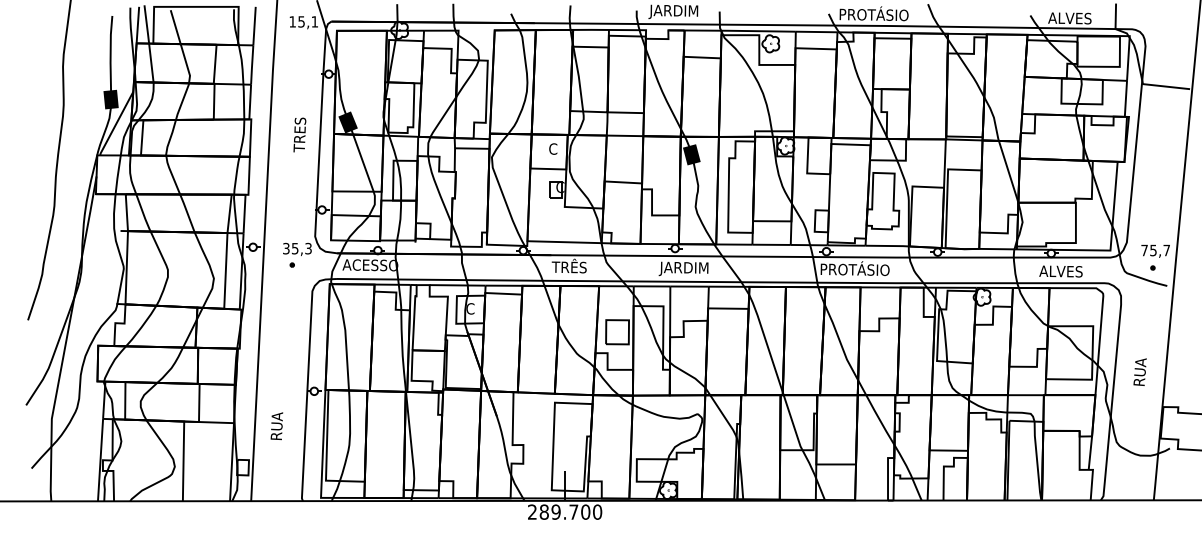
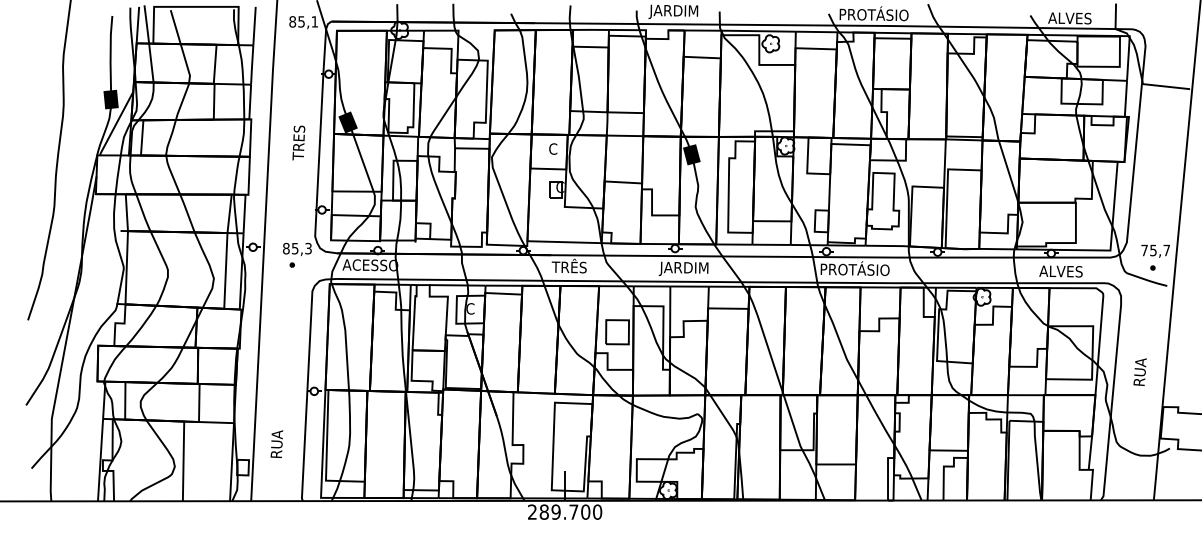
text at (292, 21): 15,1 -> 85,1
text at (299, 134) position: (299, 134) -> (298, 142)
text at (286, 248): 35,3 -> 85,3
text at (276, 426) position: (276, 426) -> (276, 444)
